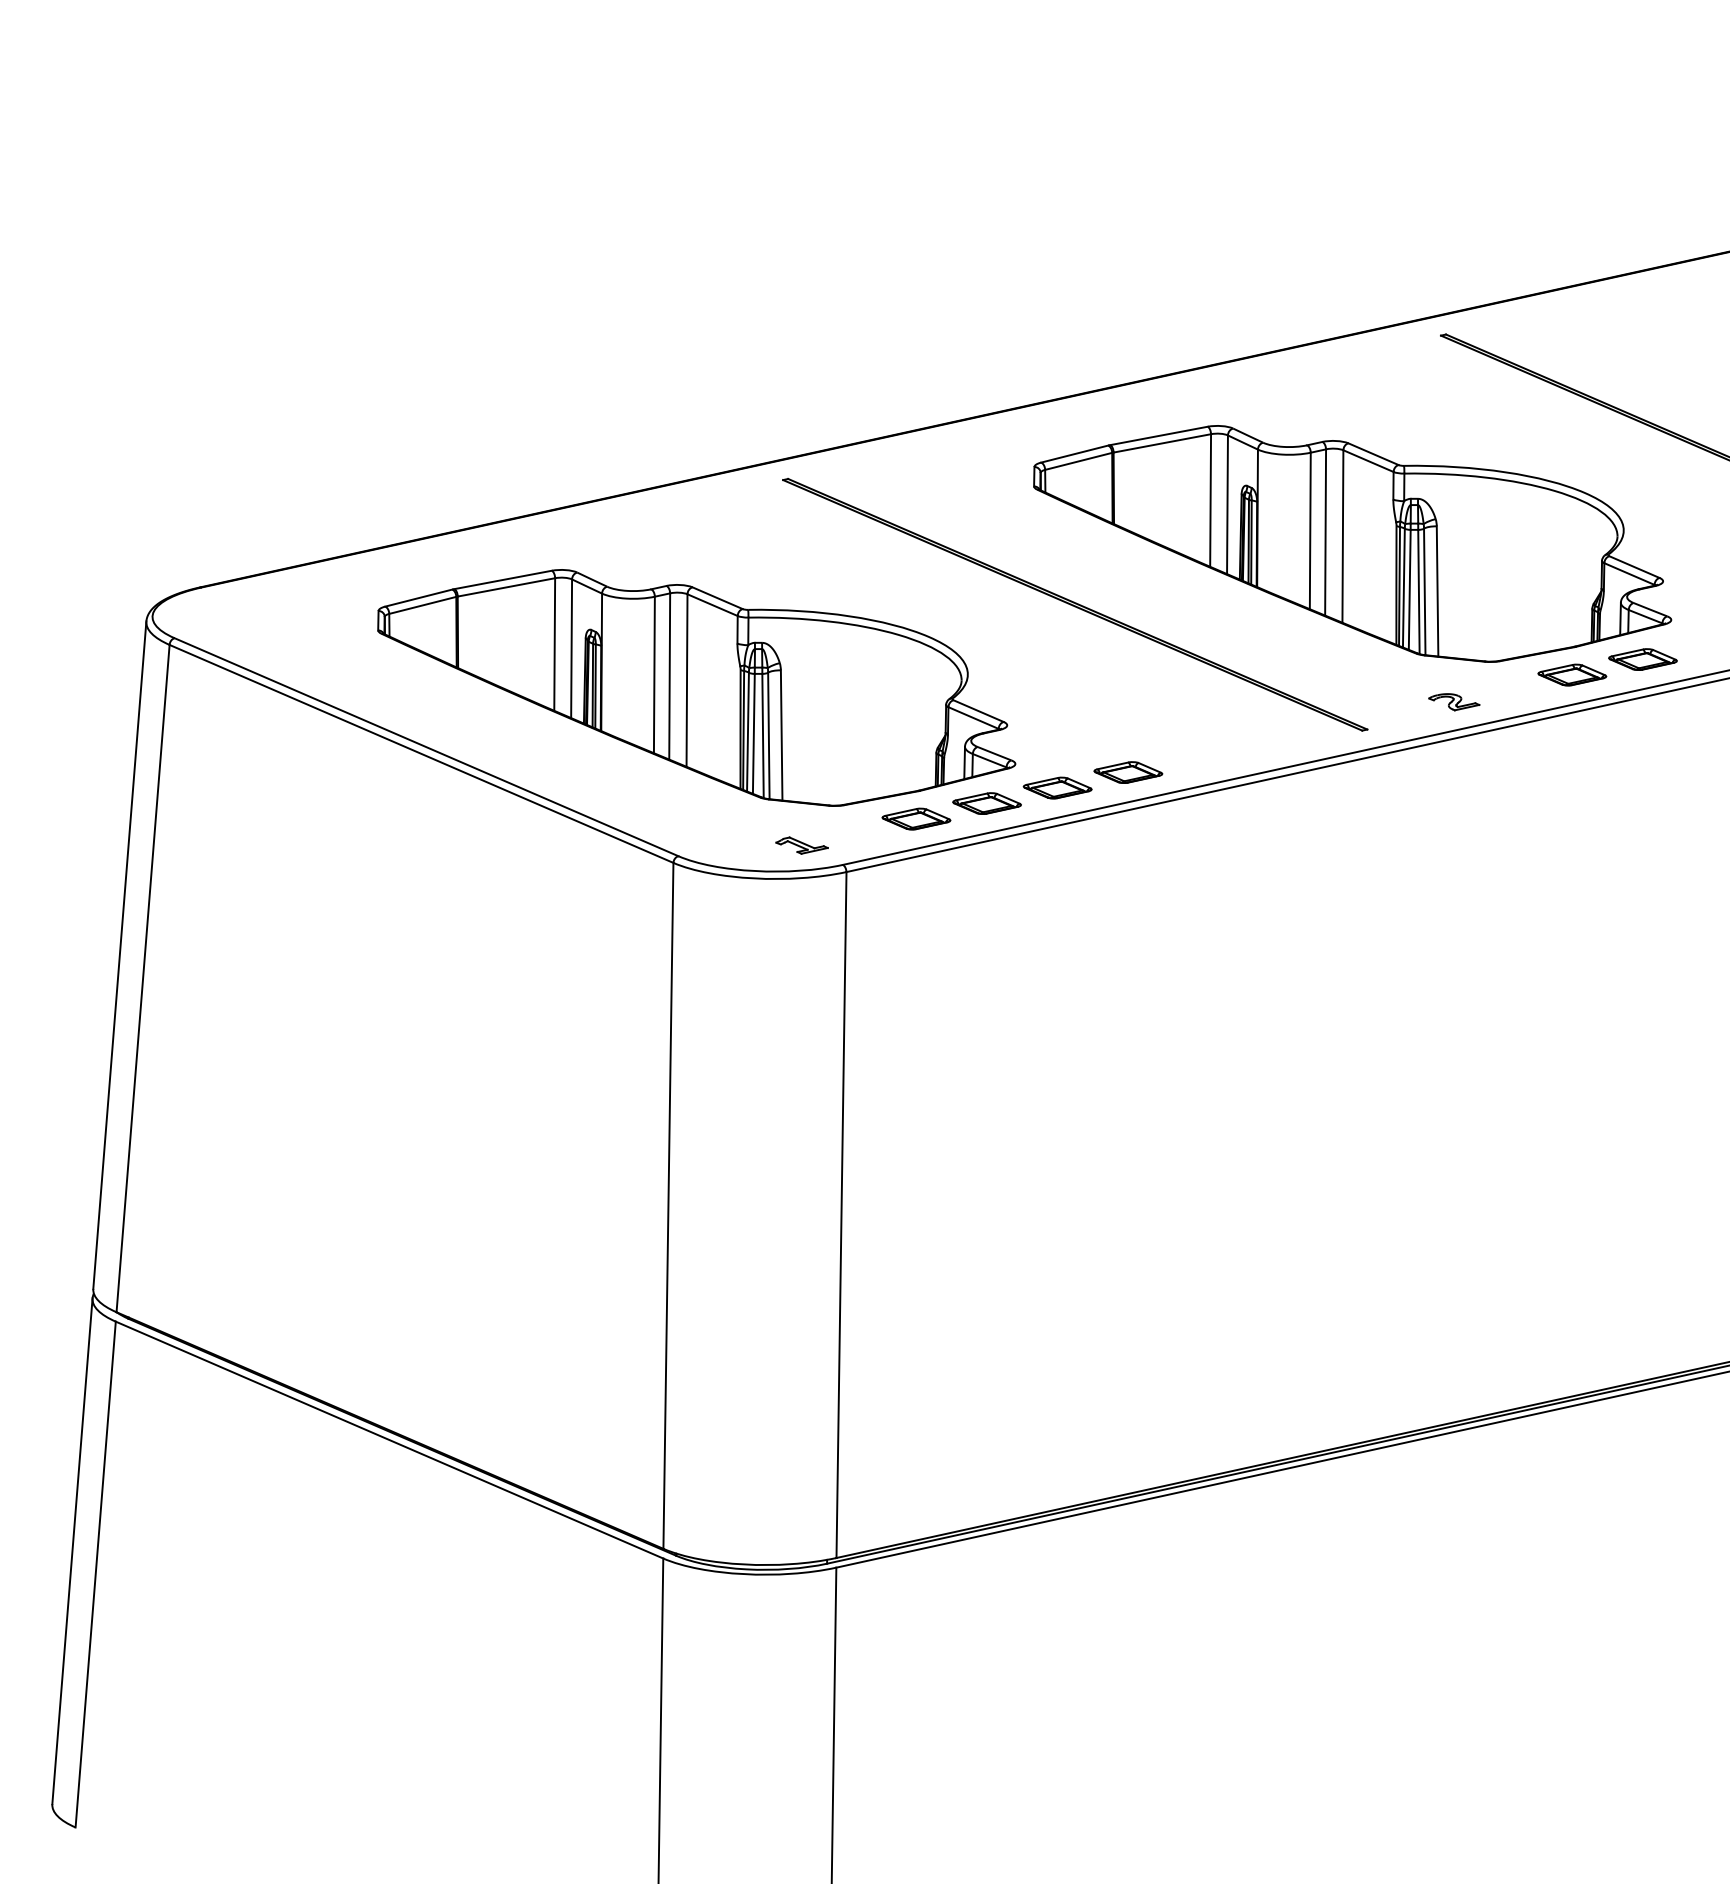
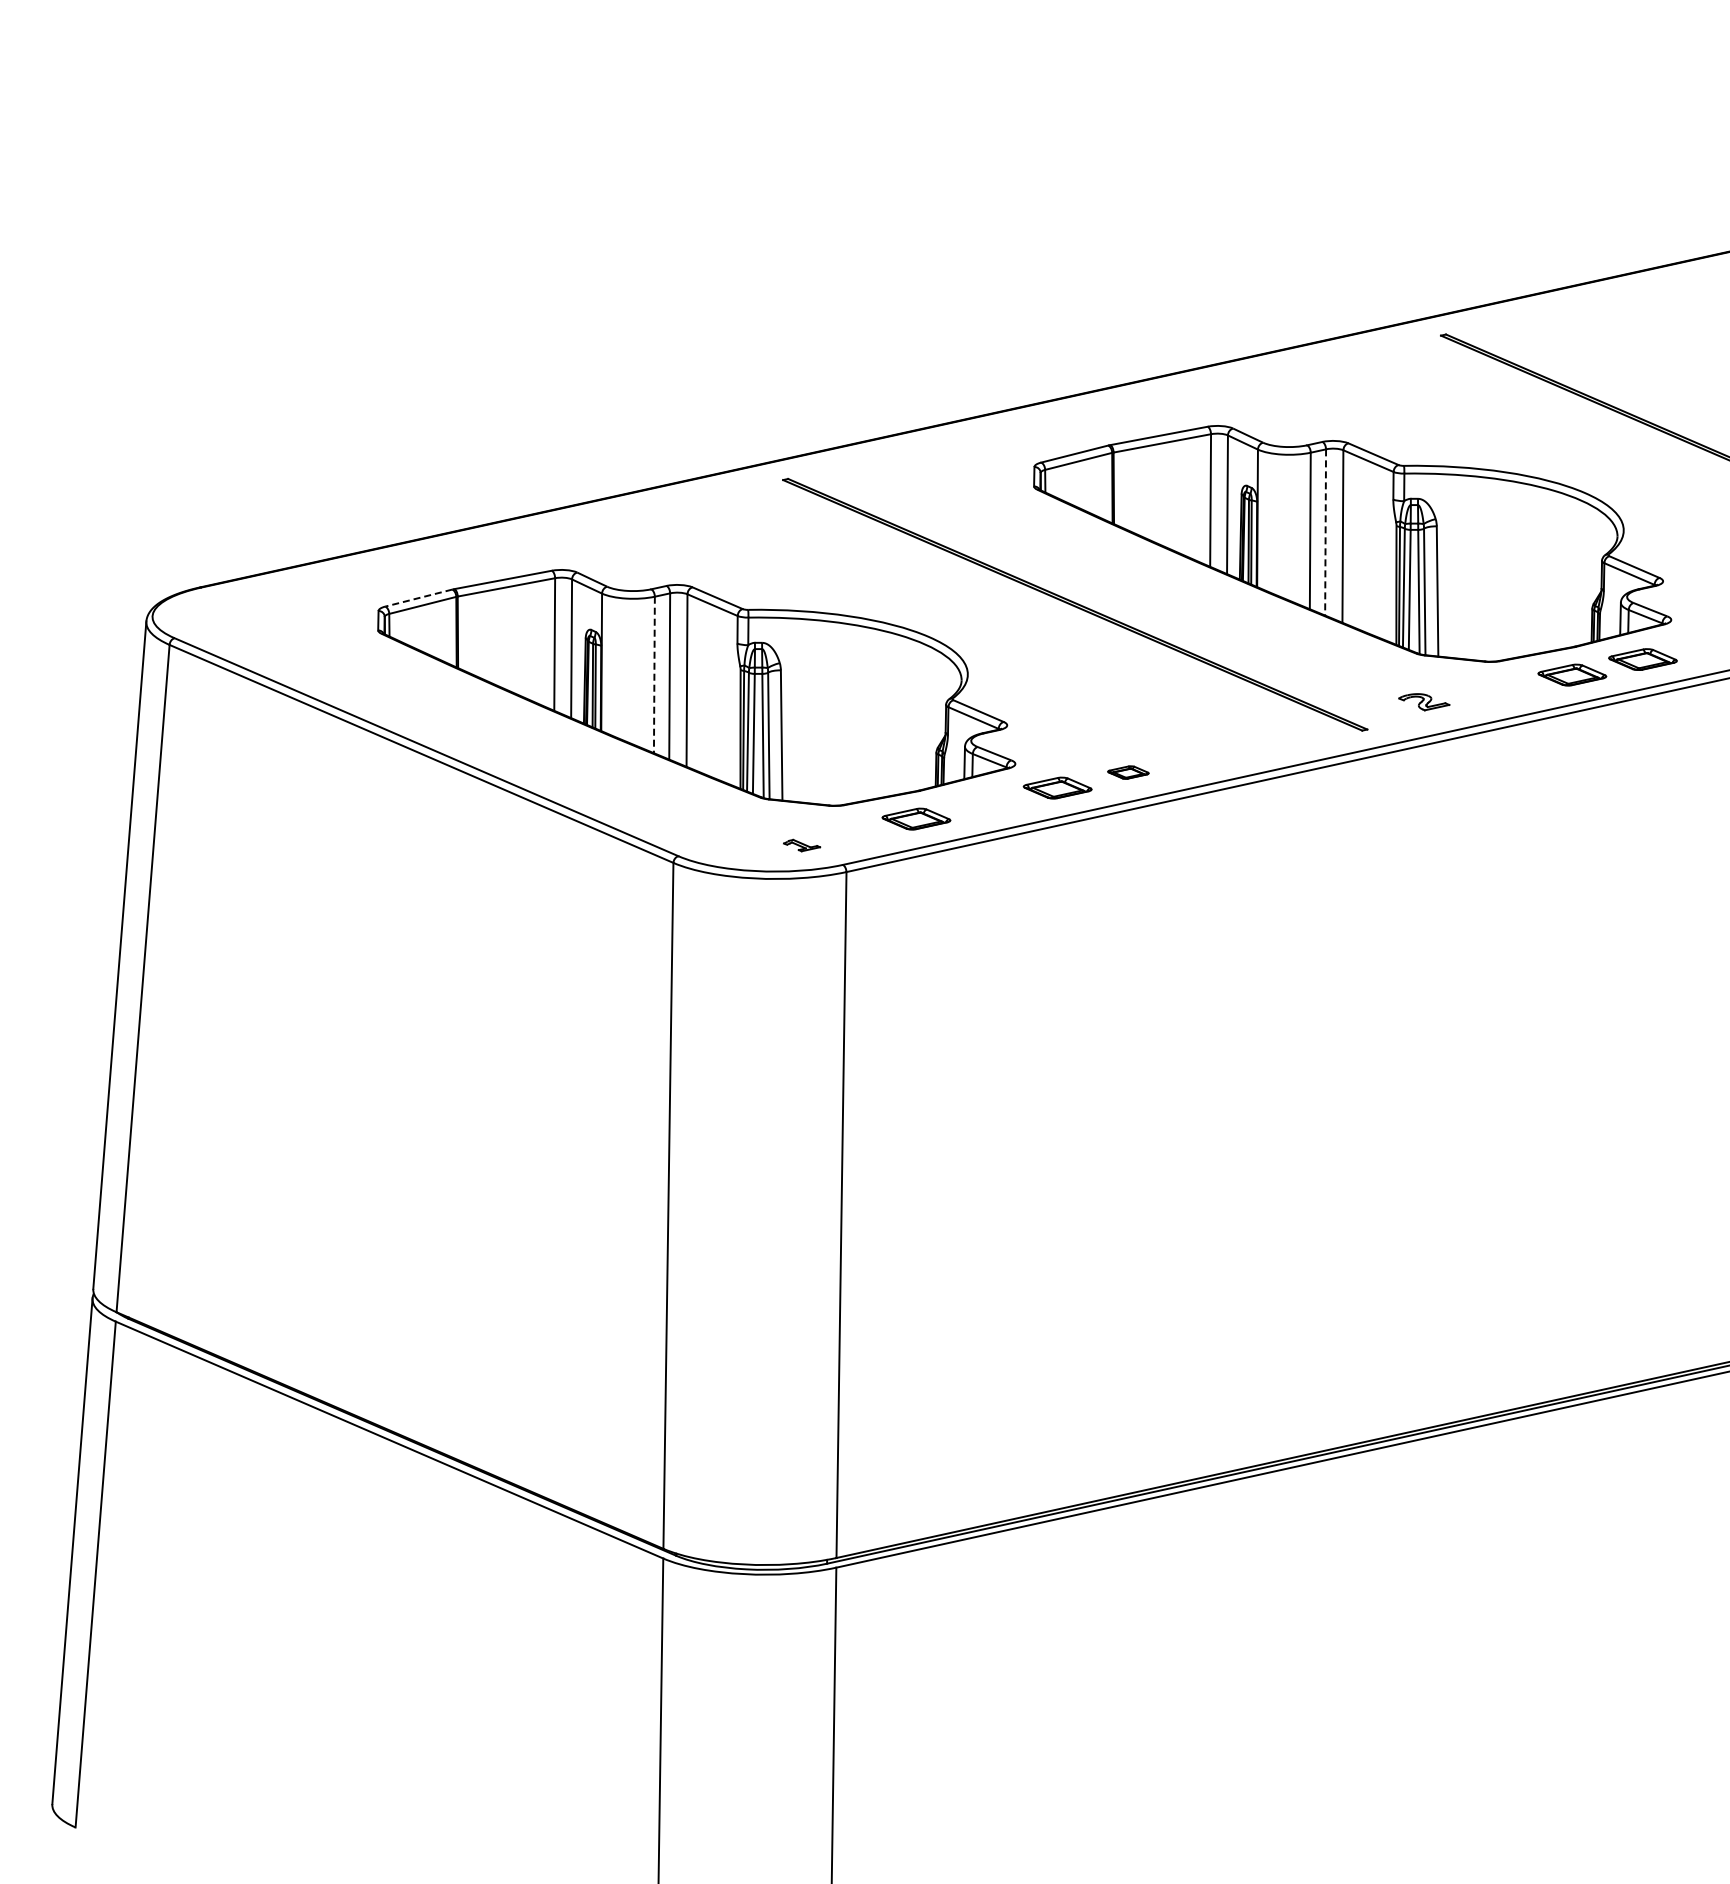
line at (1325, 533): solid -> dashed
line at (418, 598): solid -> dashed
line at (654, 675): solid -> dashed
part at (1454, 702) position: (1454, 702) -> (1424, 702)
part at (1128, 772) size: 71x23 px -> 43x15 px
part at (986, 803): present -> none
part at (801, 845) size: 54x19 px -> 39x15 px
